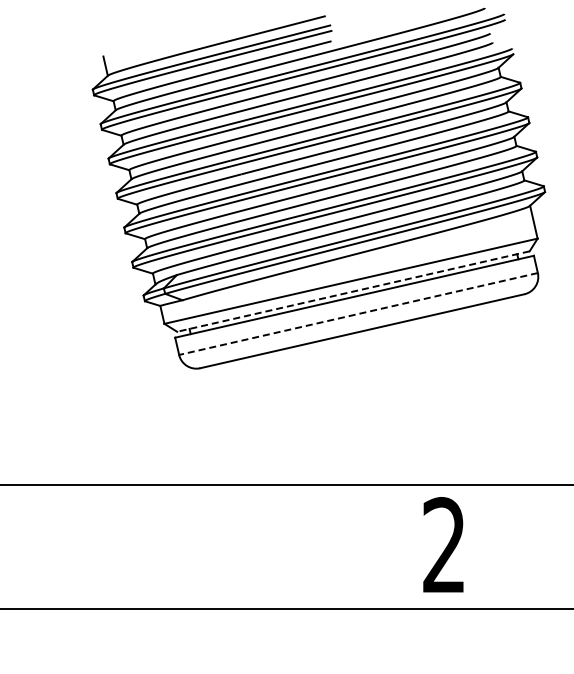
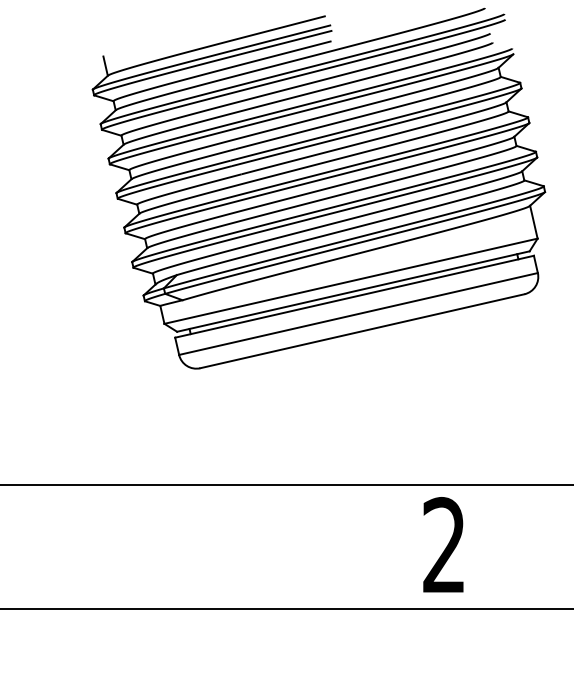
line at (353, 291): dashed -> solid
line at (358, 313): dashed -> solid
